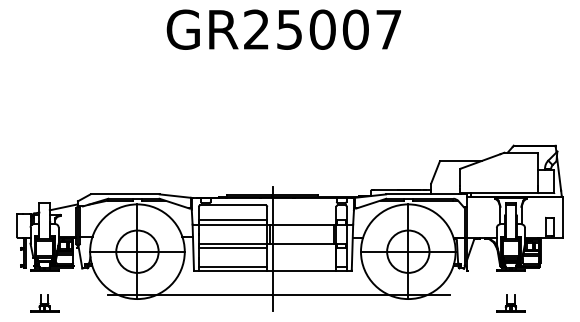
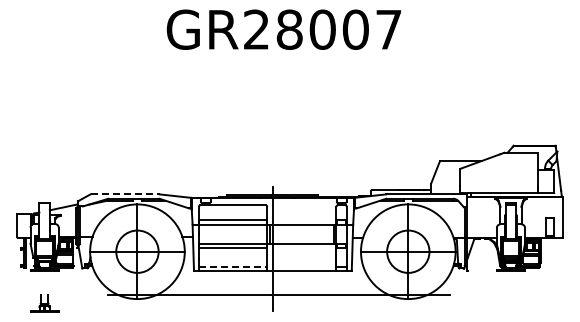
text at (289, 29): GR25007 -> GR28007
line at (125, 194): solid -> dashed
line at (233, 266): solid -> dashed
part at (510, 303): present -> none
